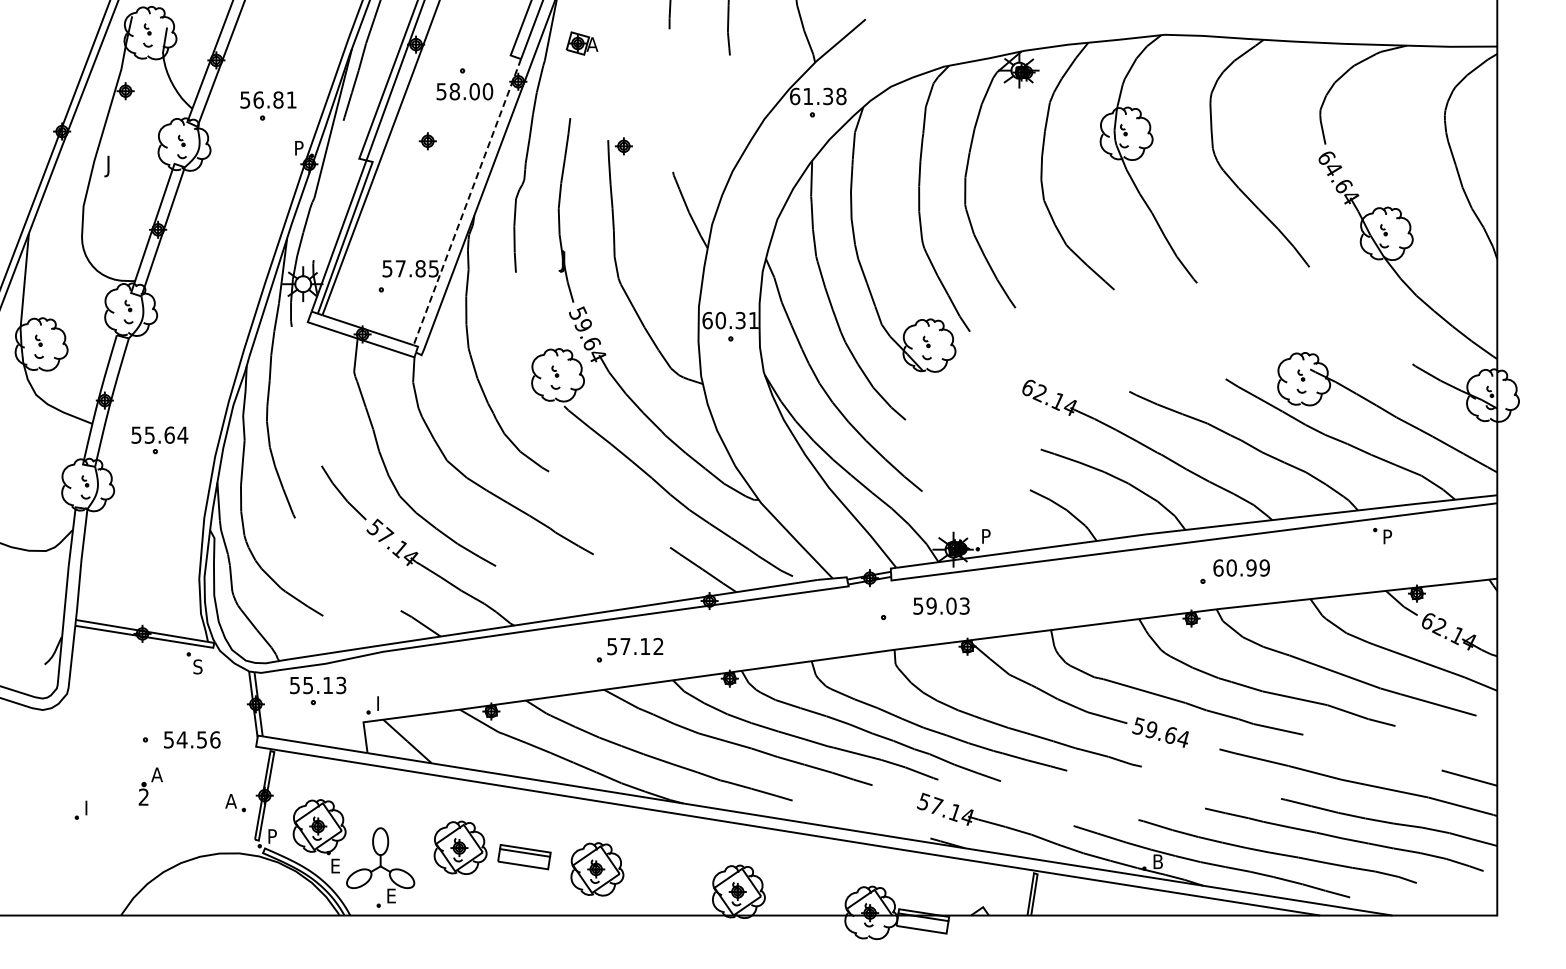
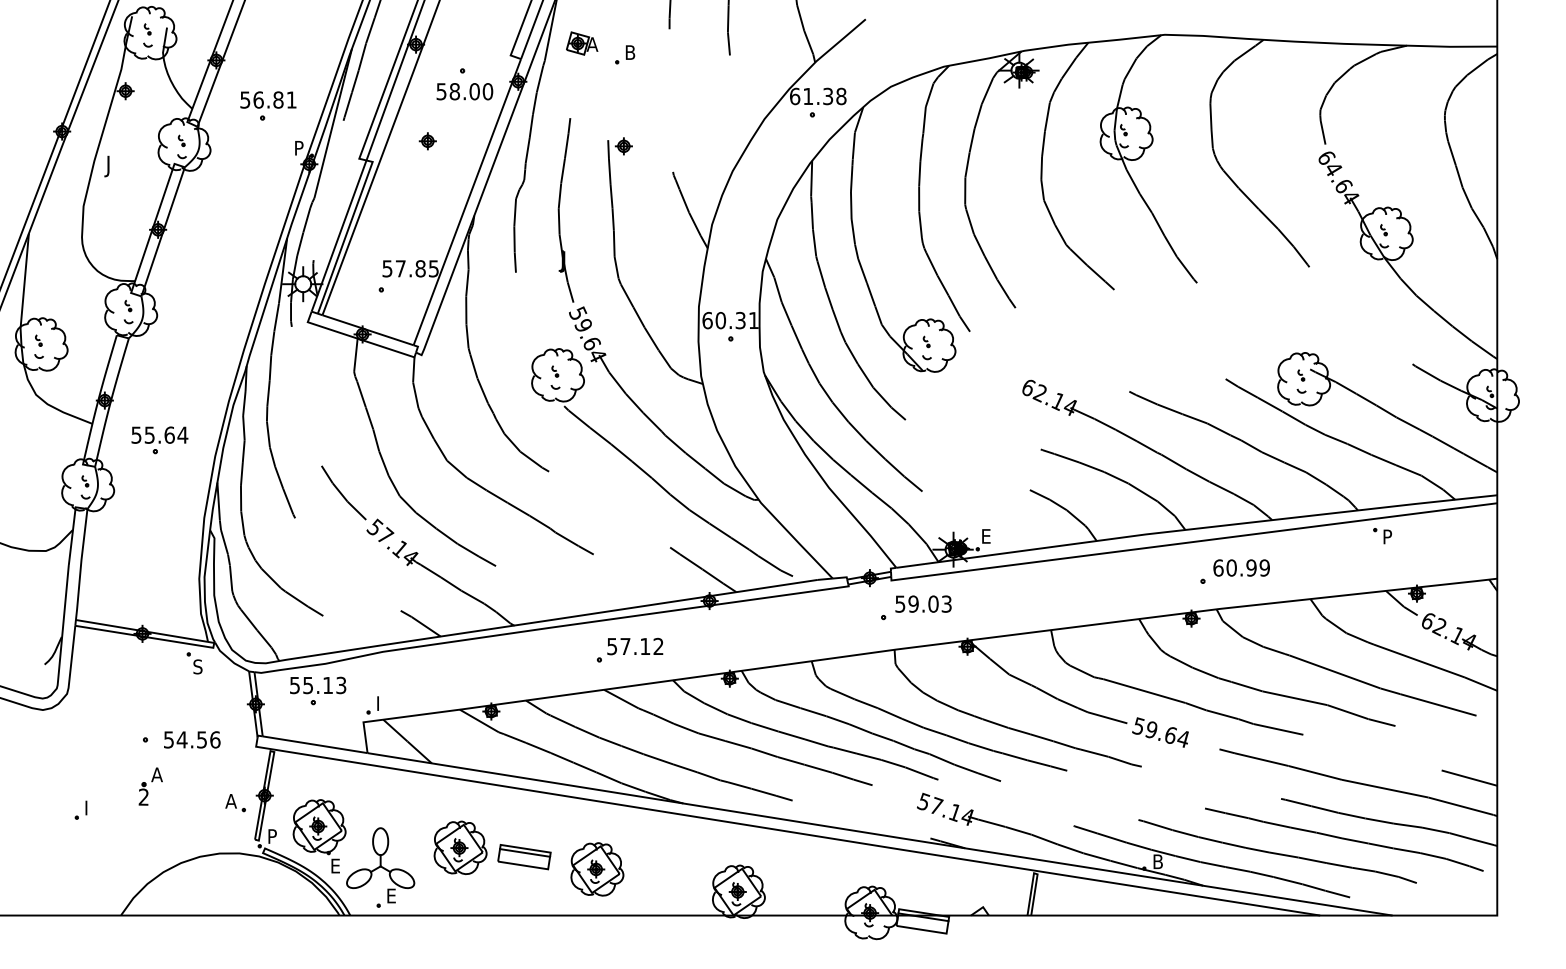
part at (625, 54): none -> present
line at (467, 202): dashed -> solid
text at (987, 536): P -> E
text at (941, 605) position: (941, 605) -> (923, 603)
